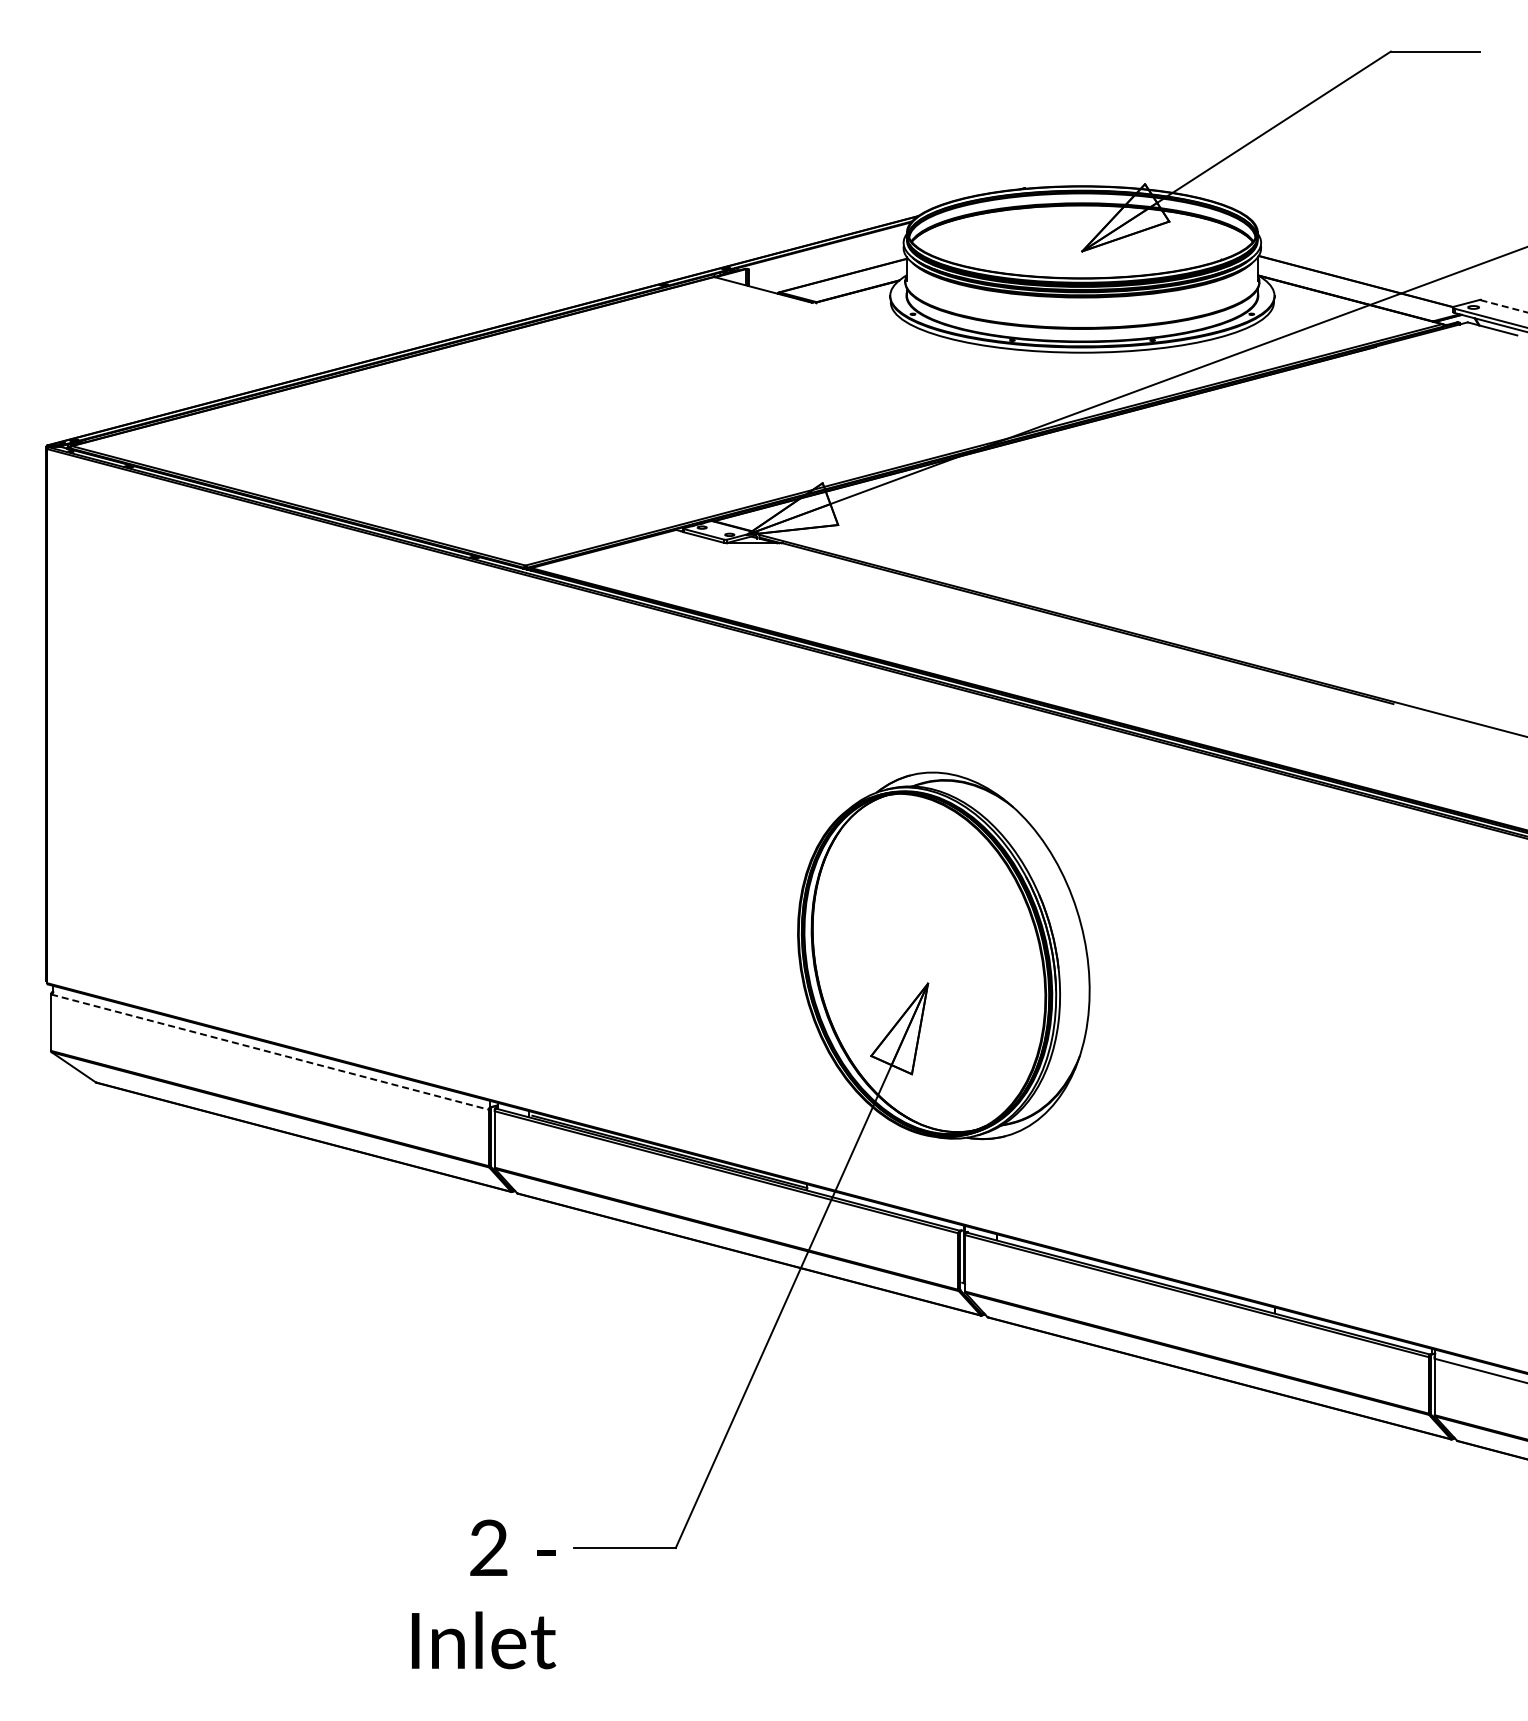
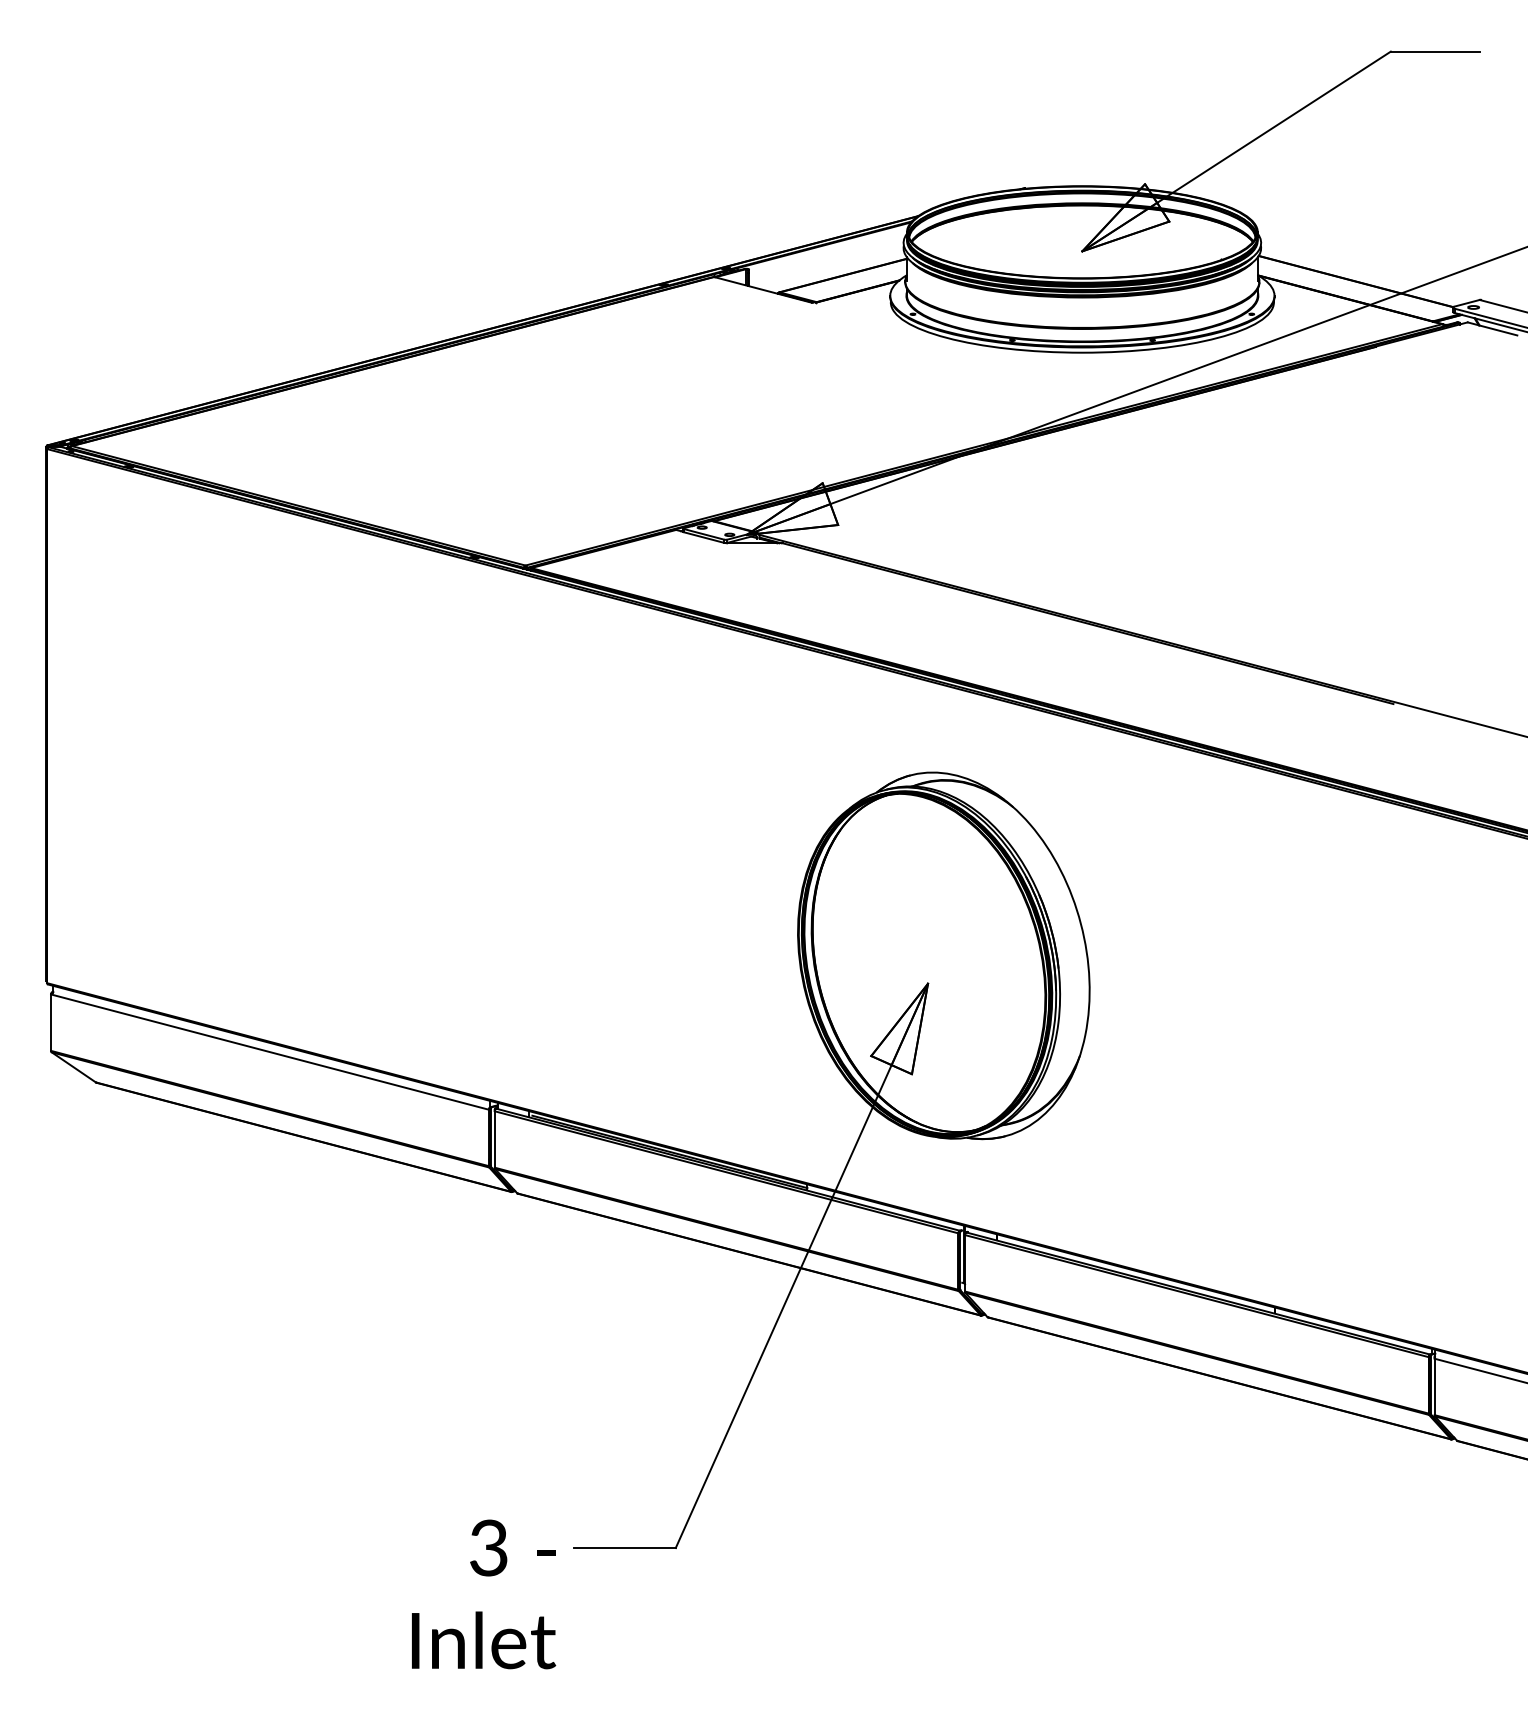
line at (1502, 306): dashed -> solid
line at (270, 1052): dashed -> solid
text at (488, 1548): 2 -> 3
